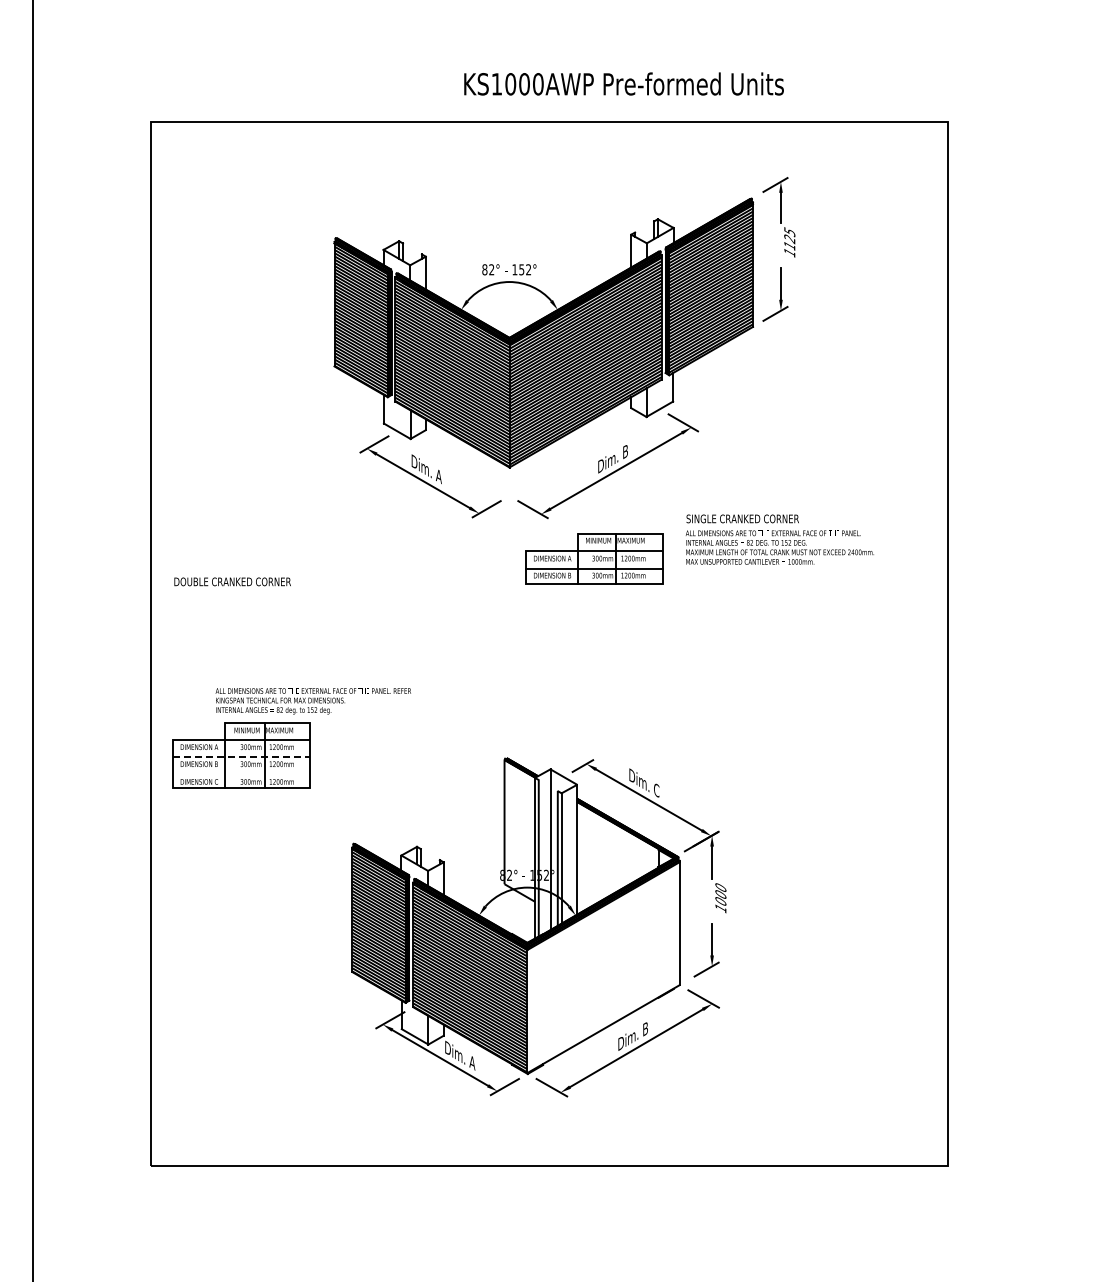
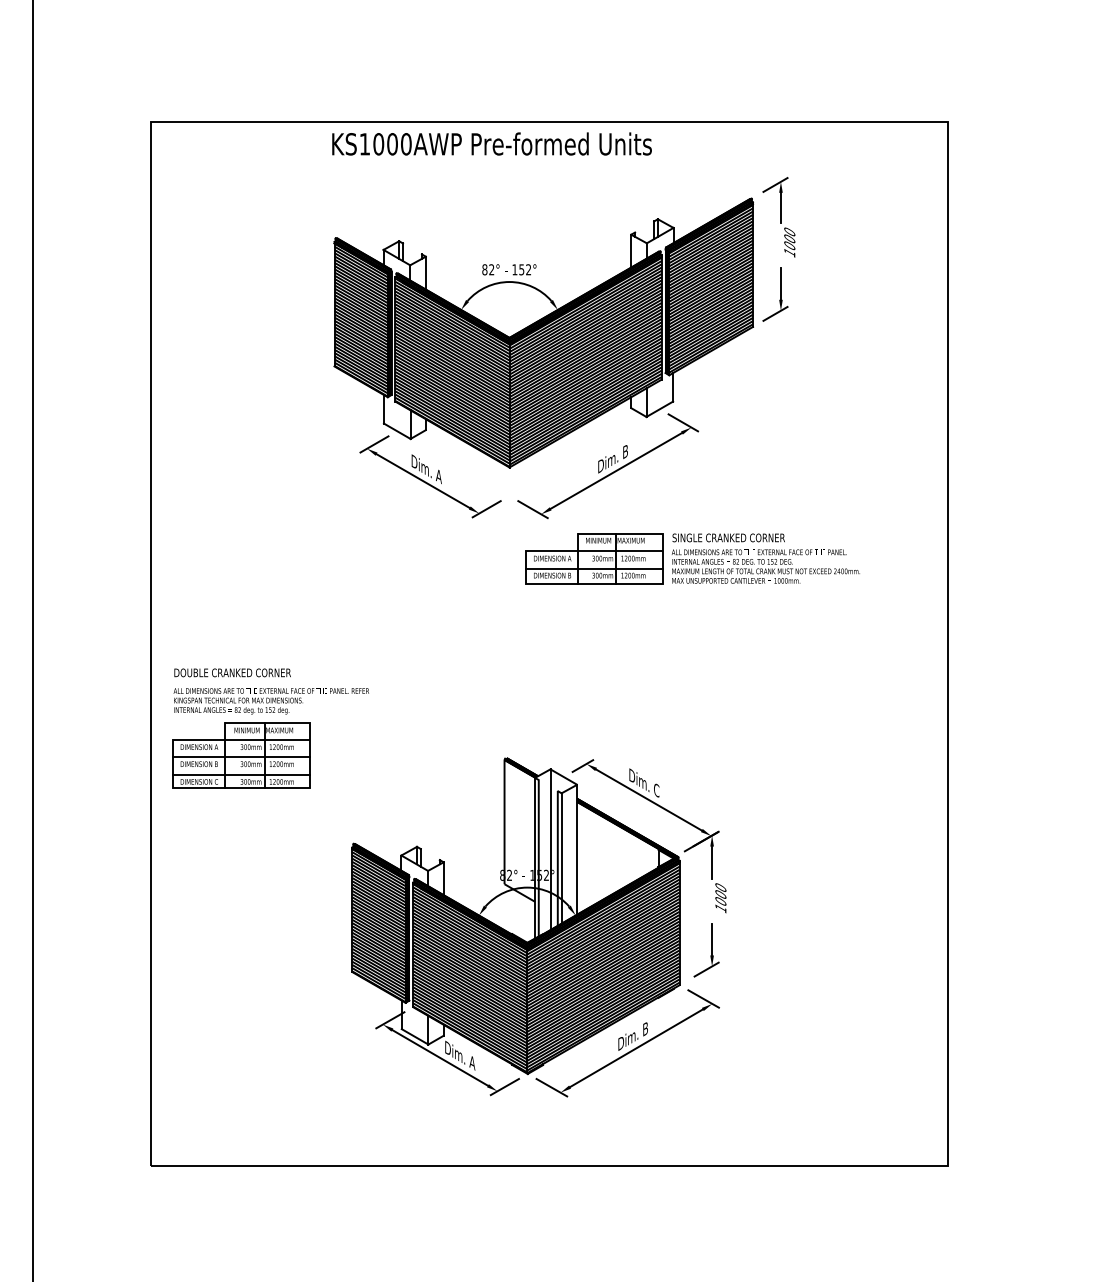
text at (623, 83) position: (623, 83) -> (491, 143)
text at (789, 238): 1125 -> 1000
text at (779, 539) position: (779, 539) -> (765, 558)
text at (232, 581) position: (232, 581) -> (232, 672)
text at (312, 701) position: (312, 701) -> (270, 701)
line at (241, 757): dashed -> solid
line at (240, 774): none -> present
hatch at (603, 966): none -> present
